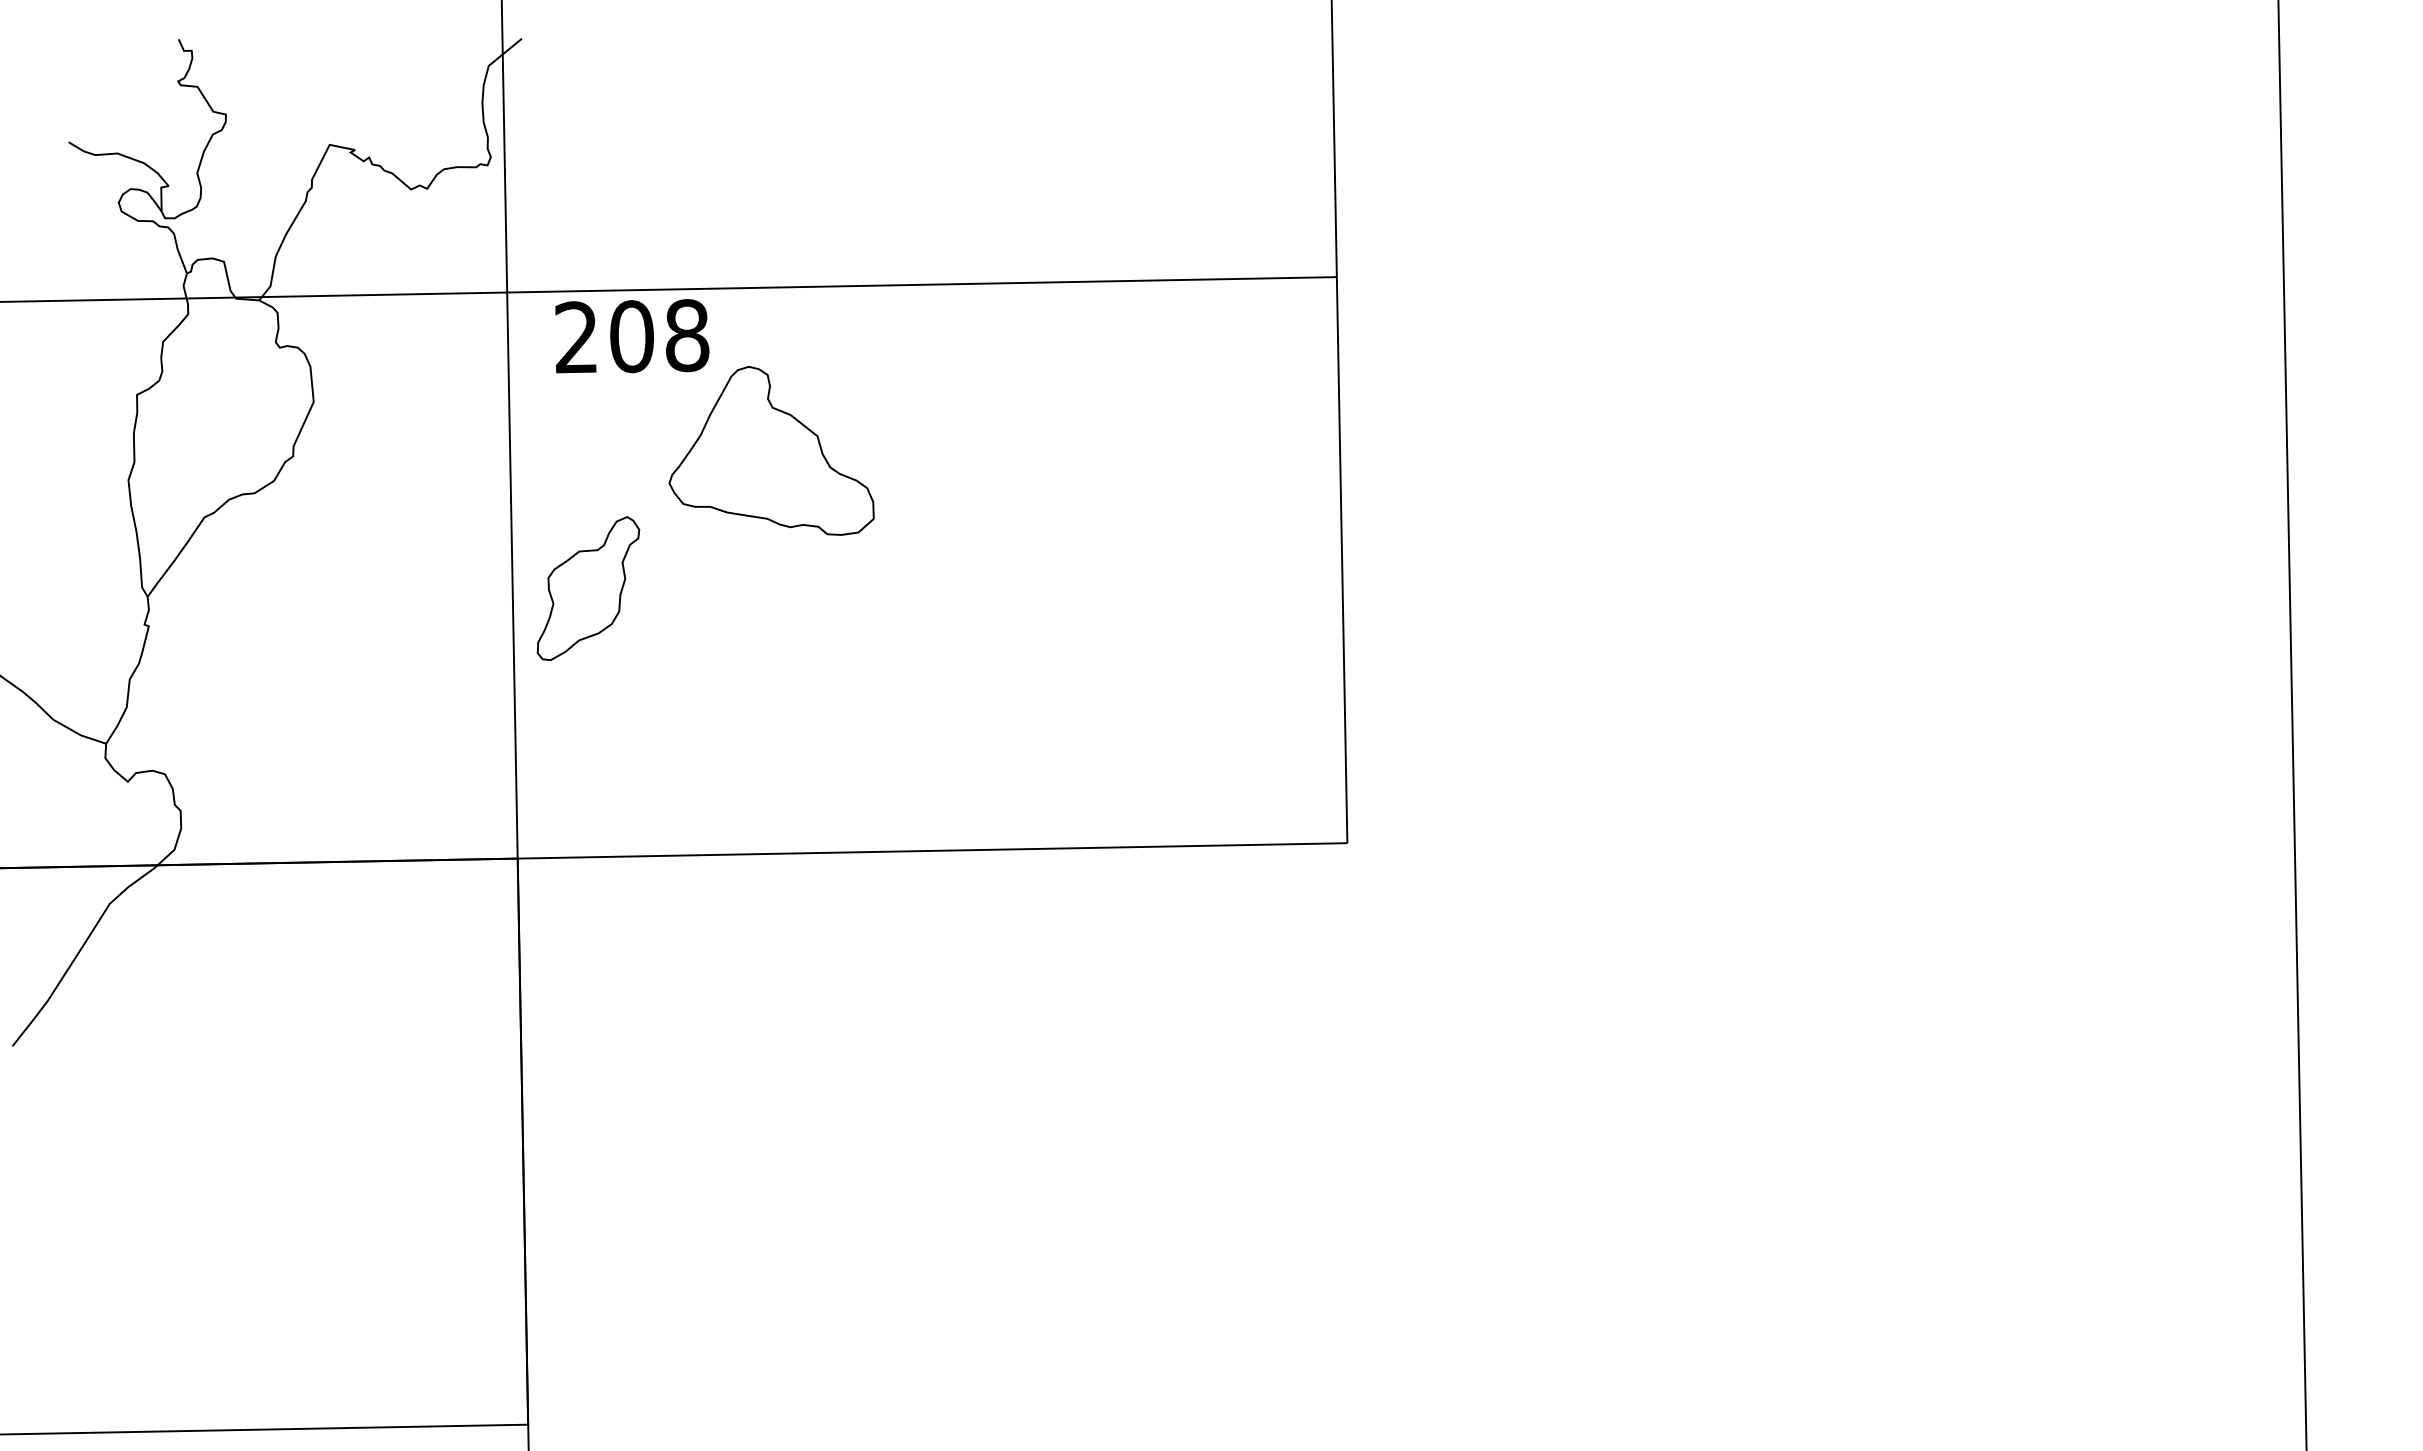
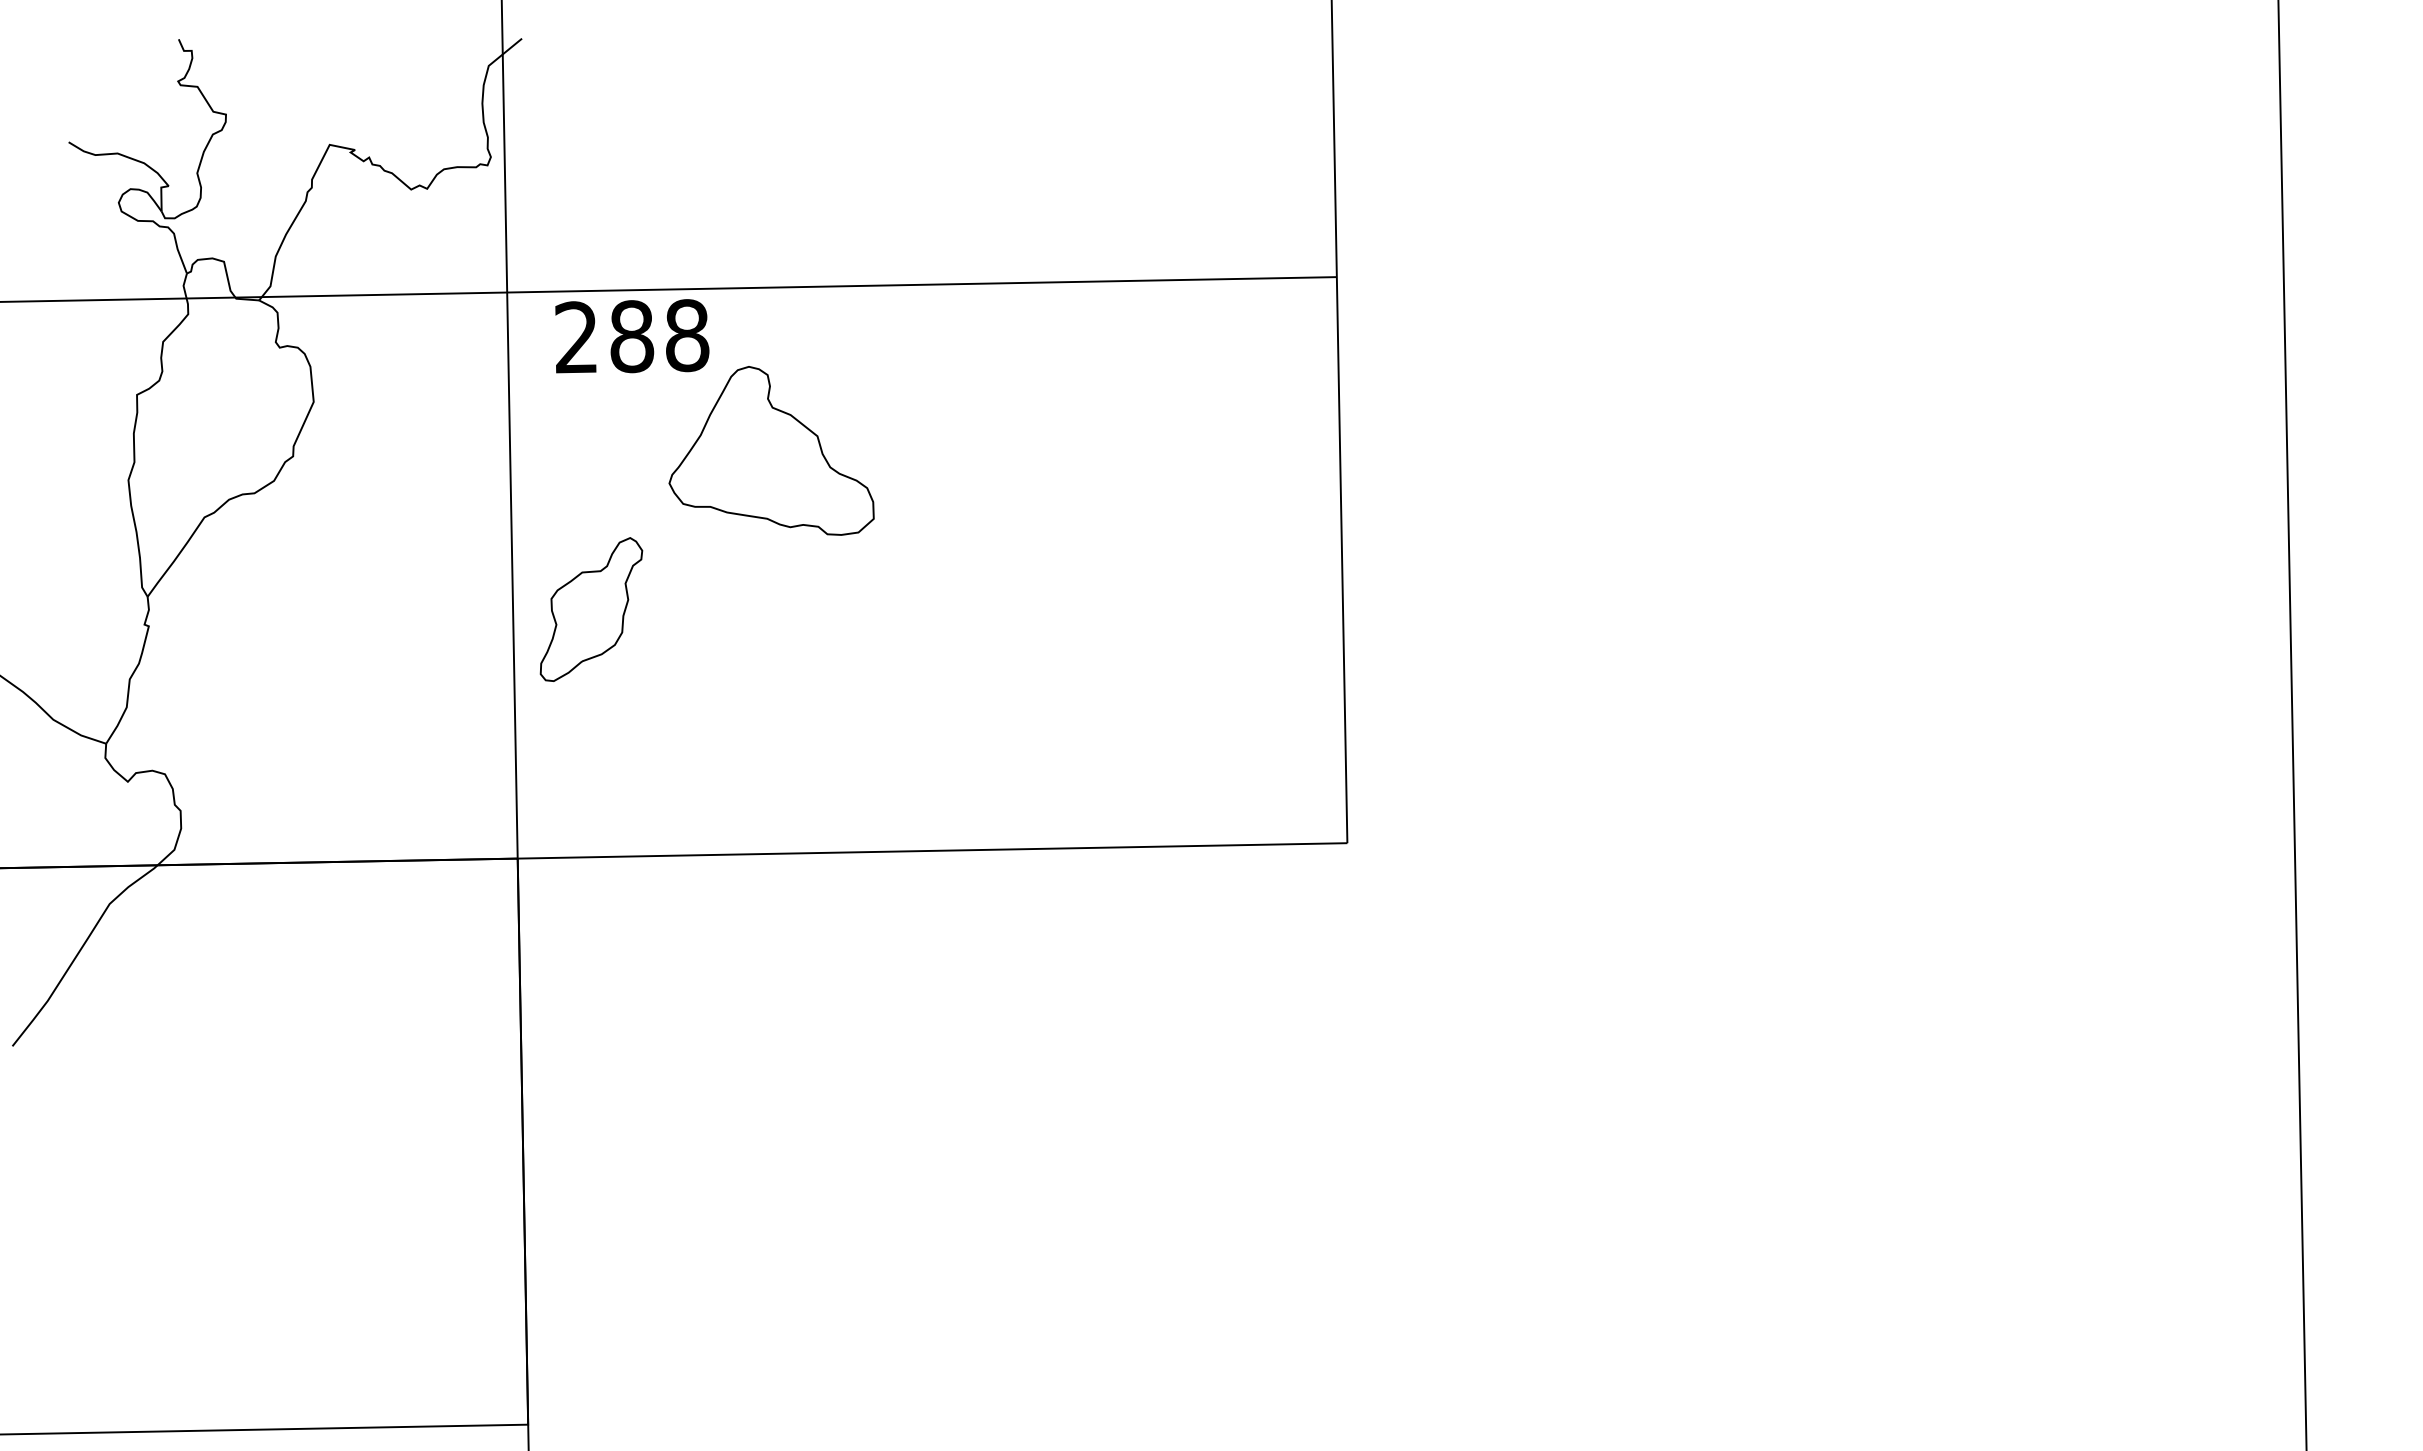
text at (632, 336): 208 -> 288
part at (588, 588) position: (588, 588) -> (591, 609)
